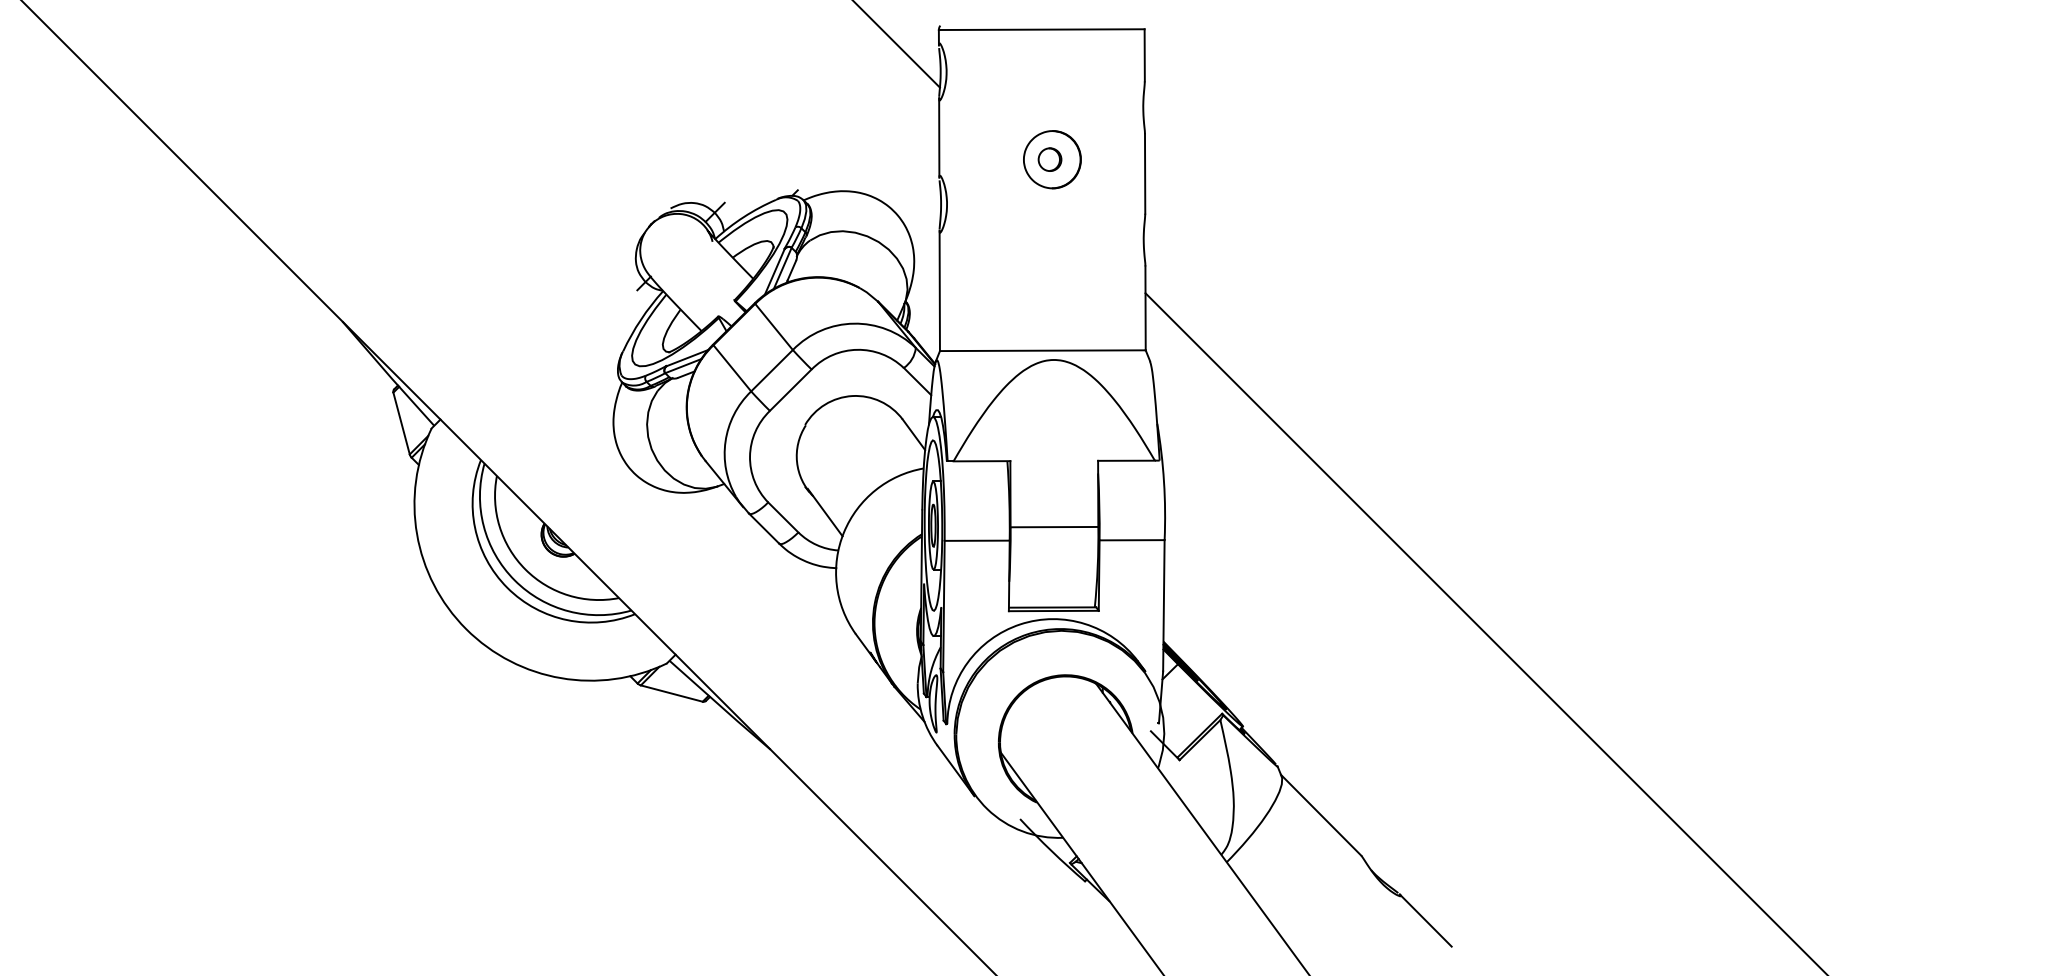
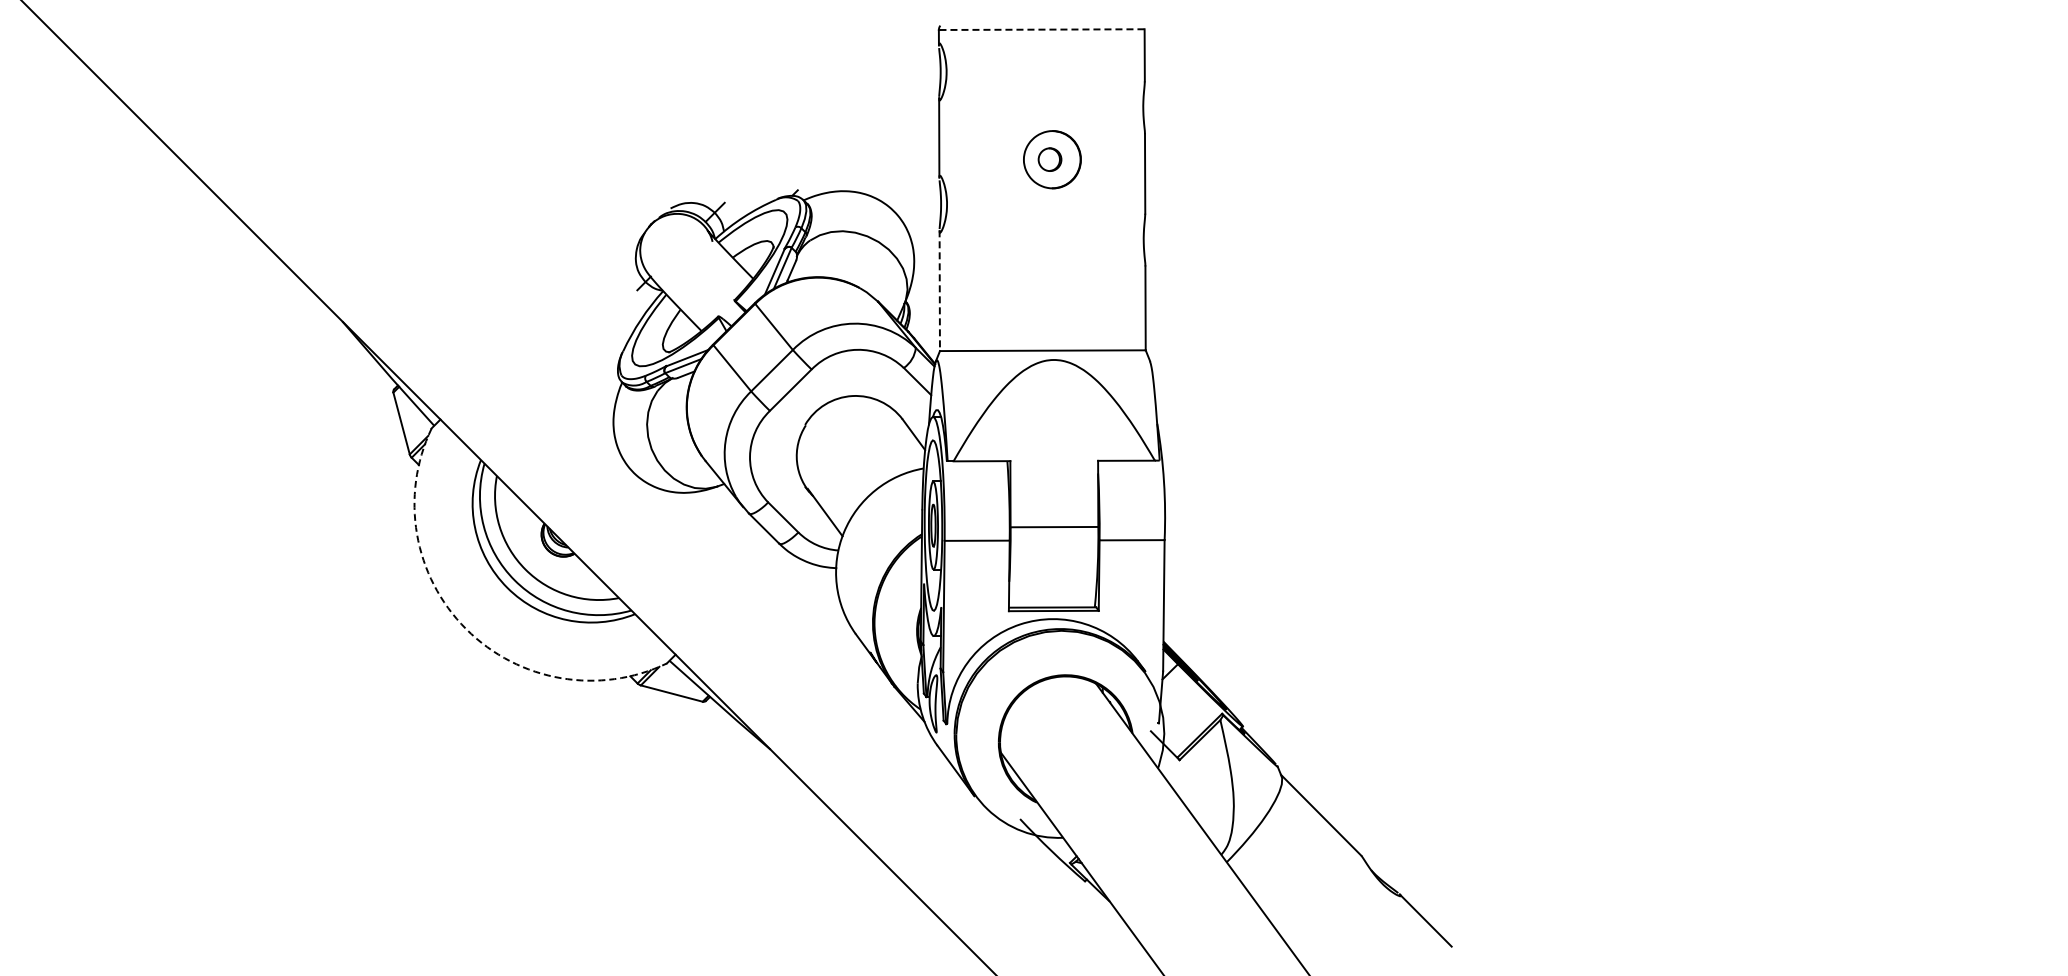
line at (1042, 29): solid -> dashed
line at (896, 44): present -> none
line at (939, 291): solid -> dashed
arc at (466, 629): solid -> dashed
line at (1484, 632): present -> none
